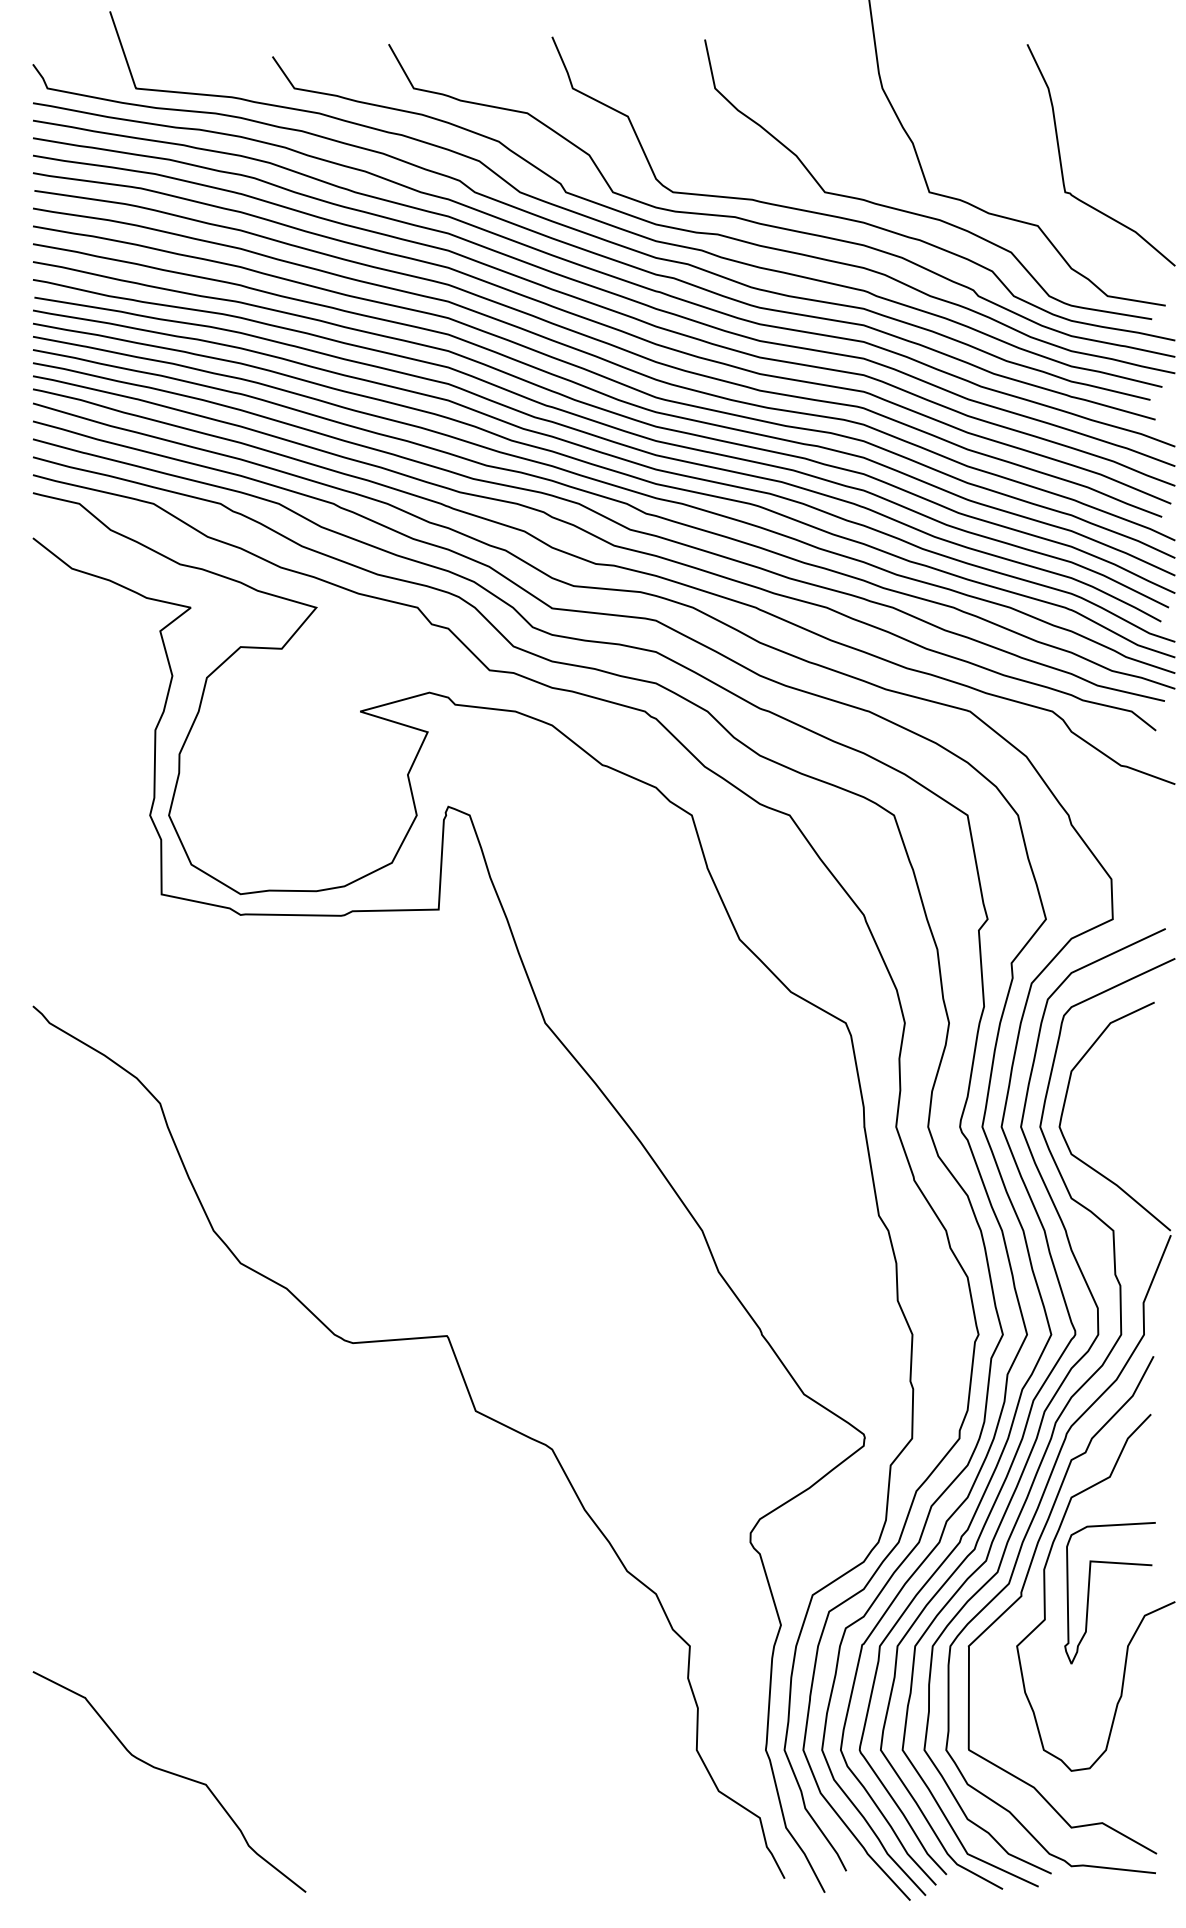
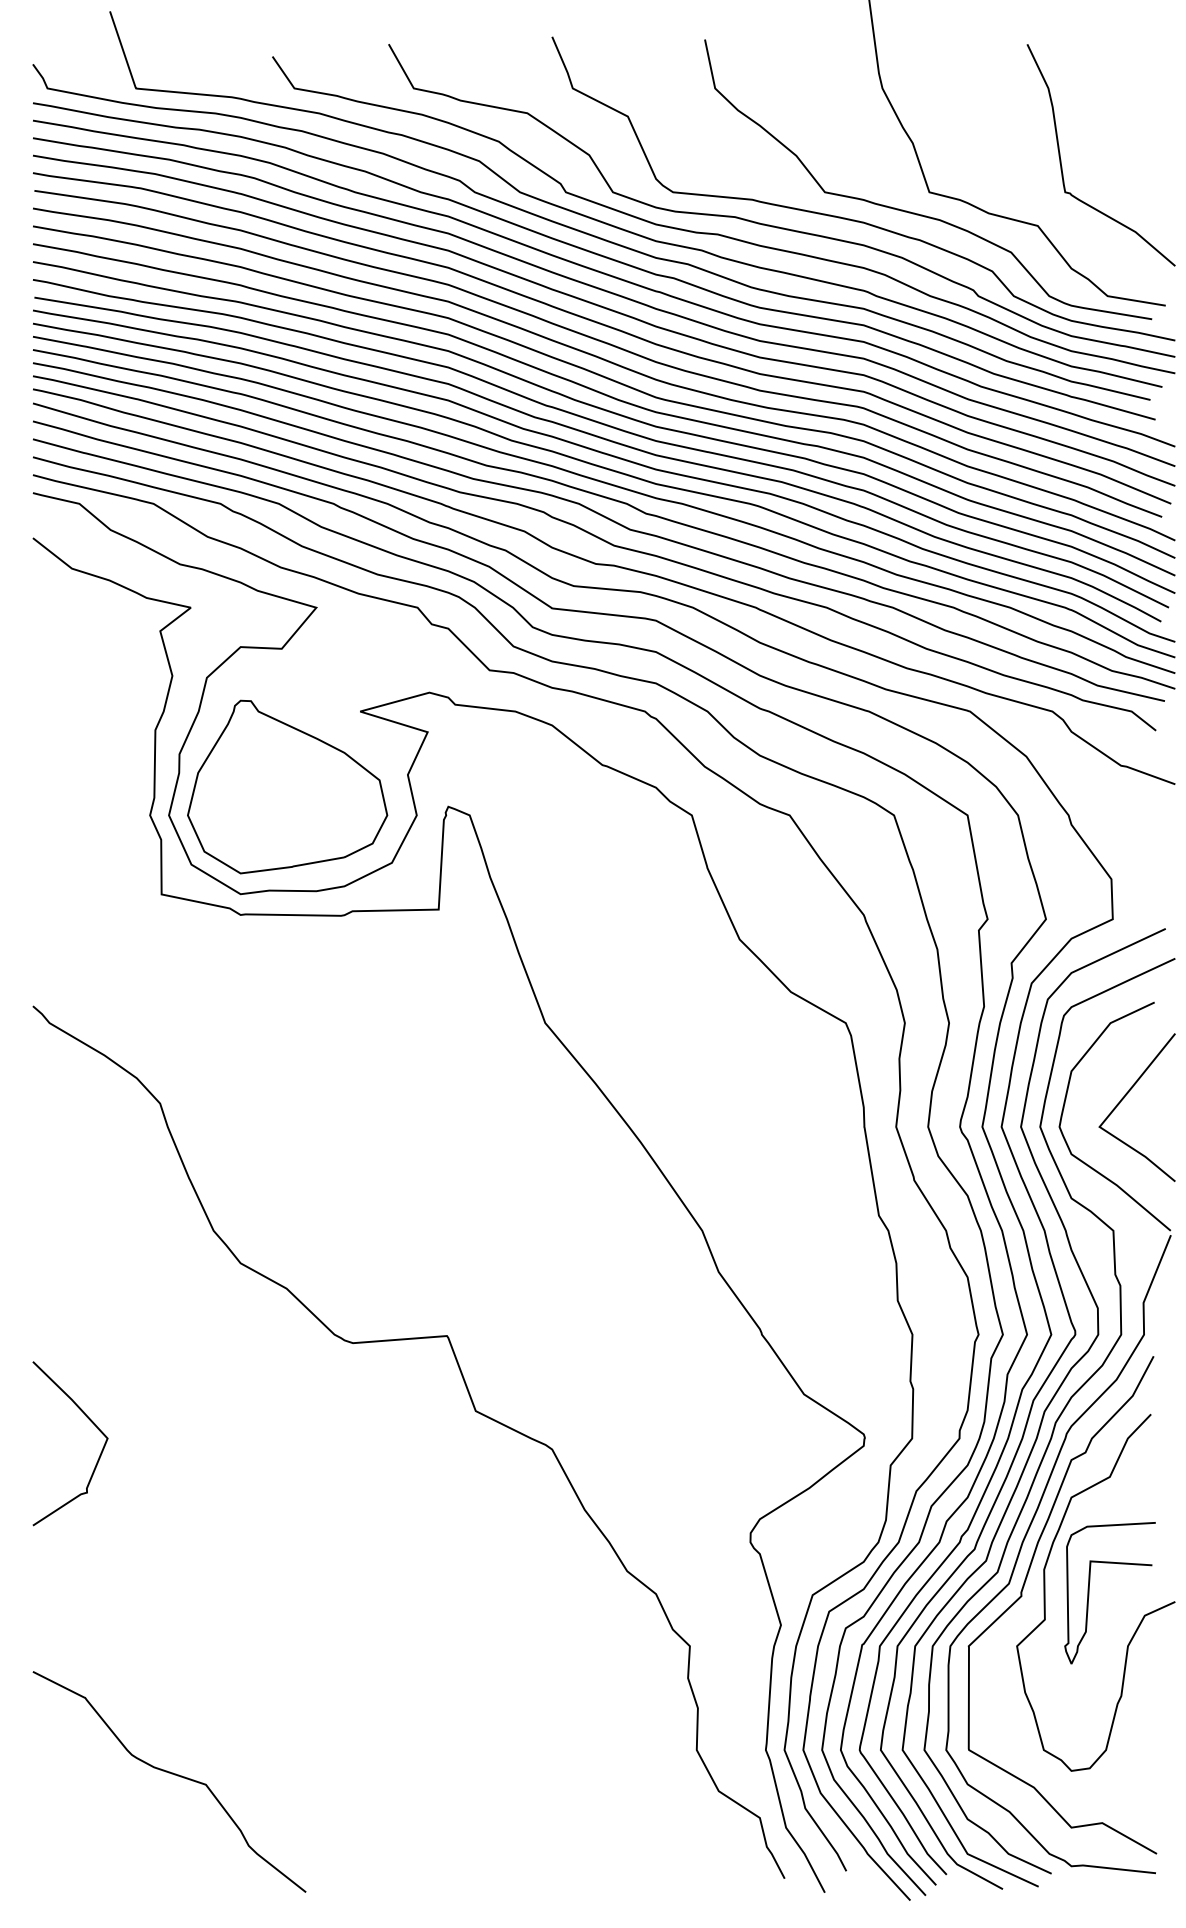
part at (287, 786): none -> present
line at (1124, 1098): none -> present
curve at (91, 1422): none -> present
